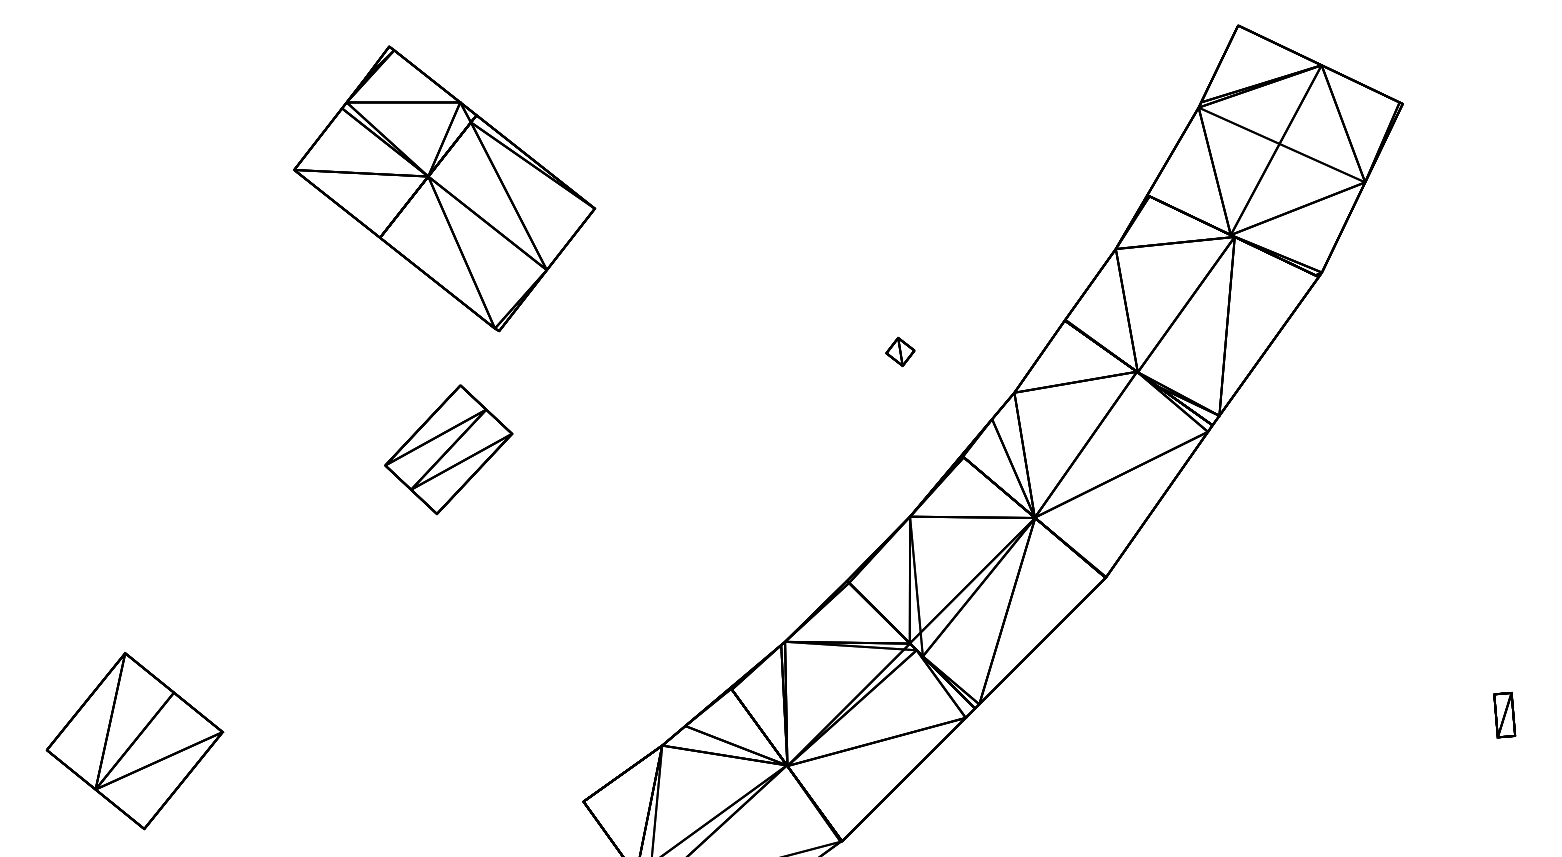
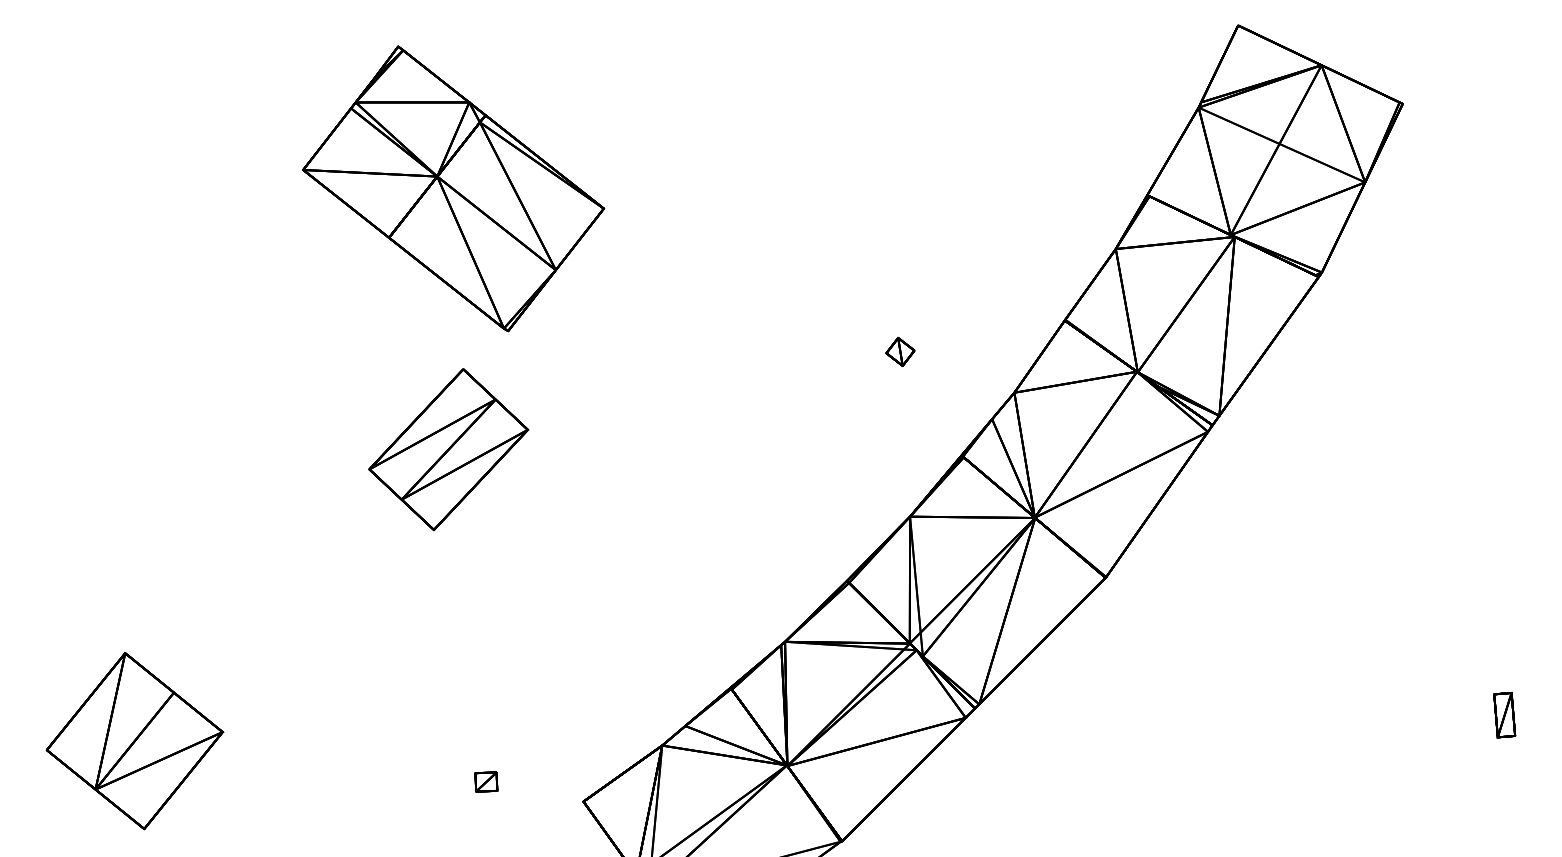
part at (444, 188) position: (444, 188) -> (453, 188)
part at (448, 449) size: 130x132 px -> 162x164 px
part at (486, 781): none -> present
